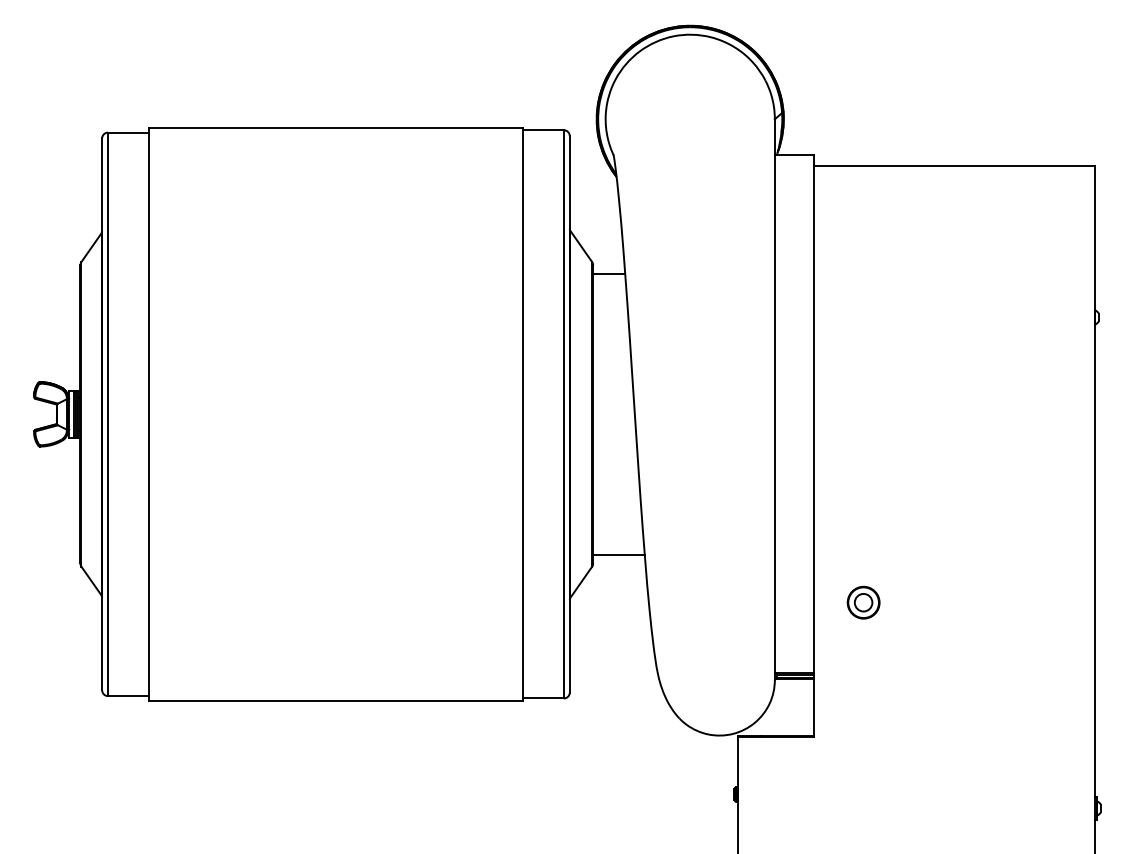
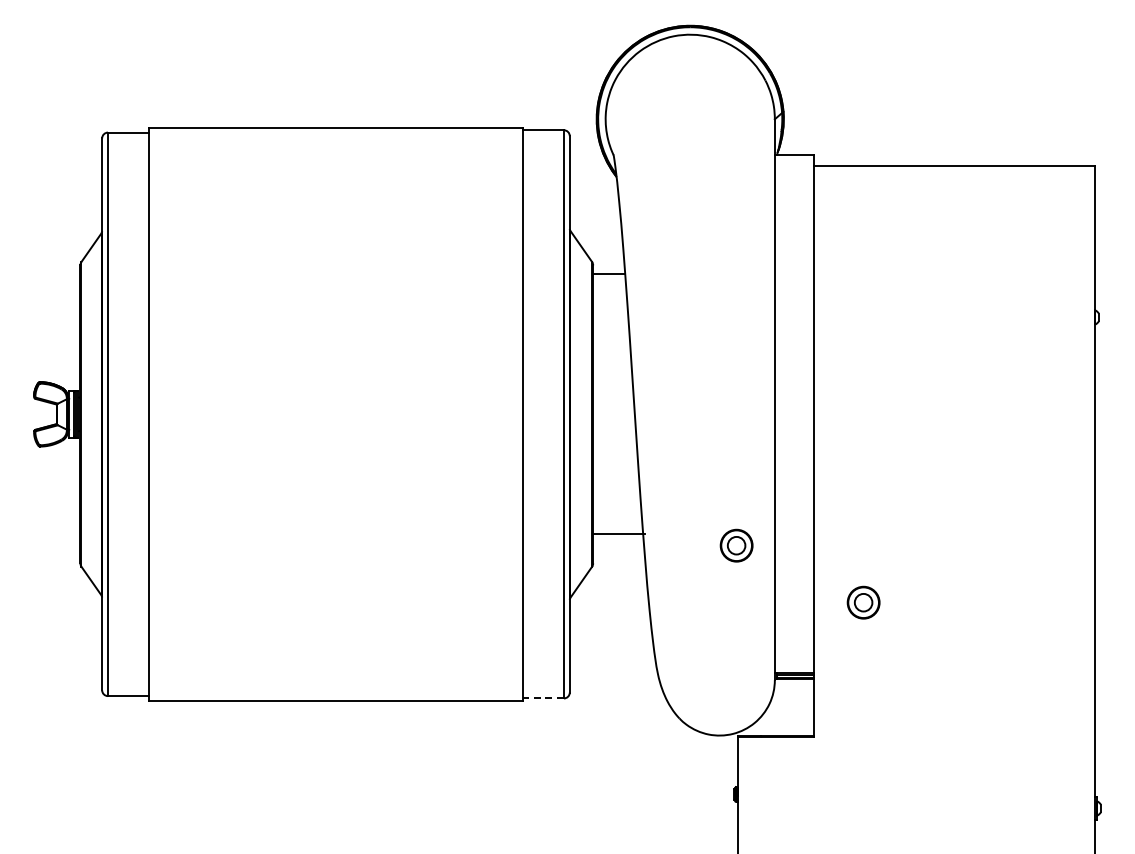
part at (736, 545): none -> present
line at (618, 554) position: (618, 554) -> (618, 533)
line at (542, 698): solid -> dashed
